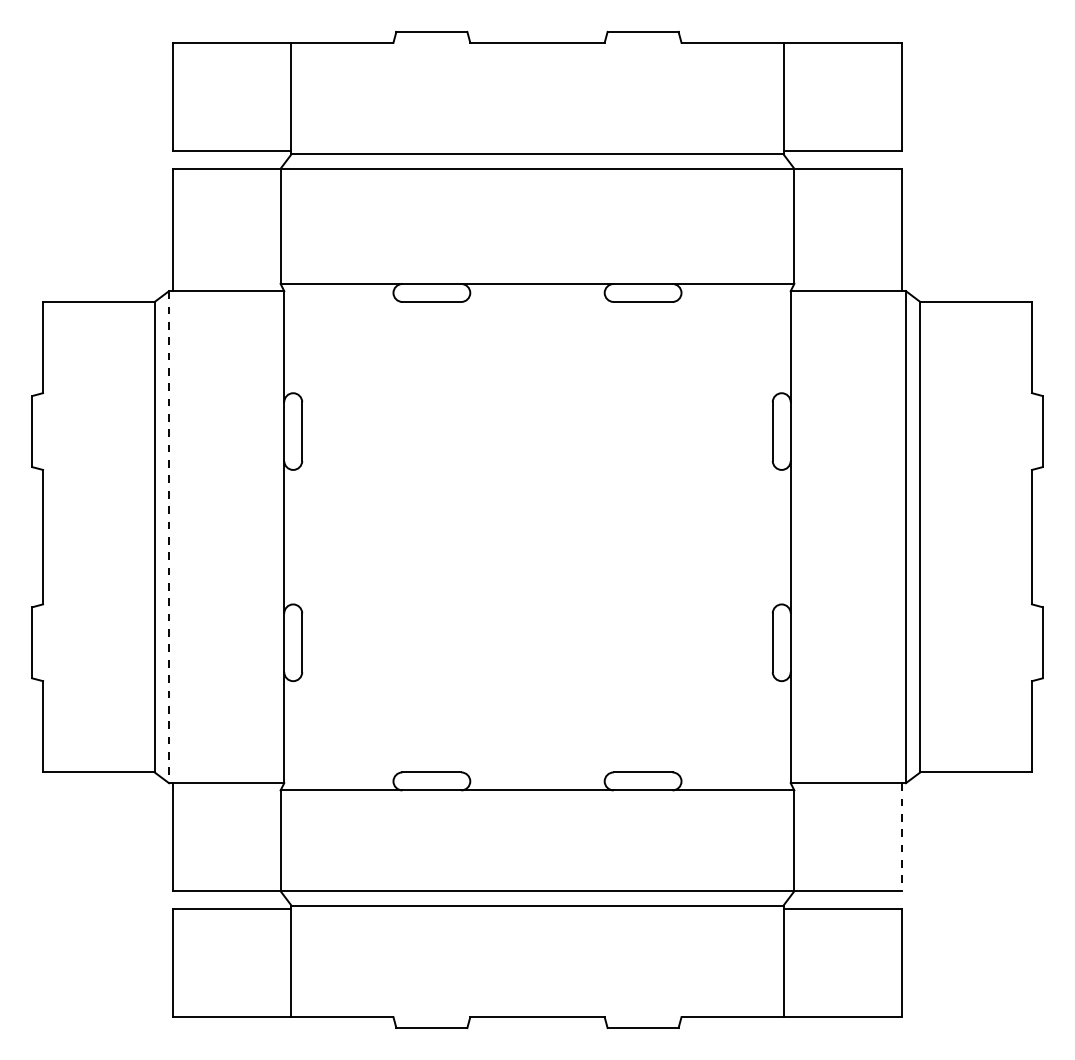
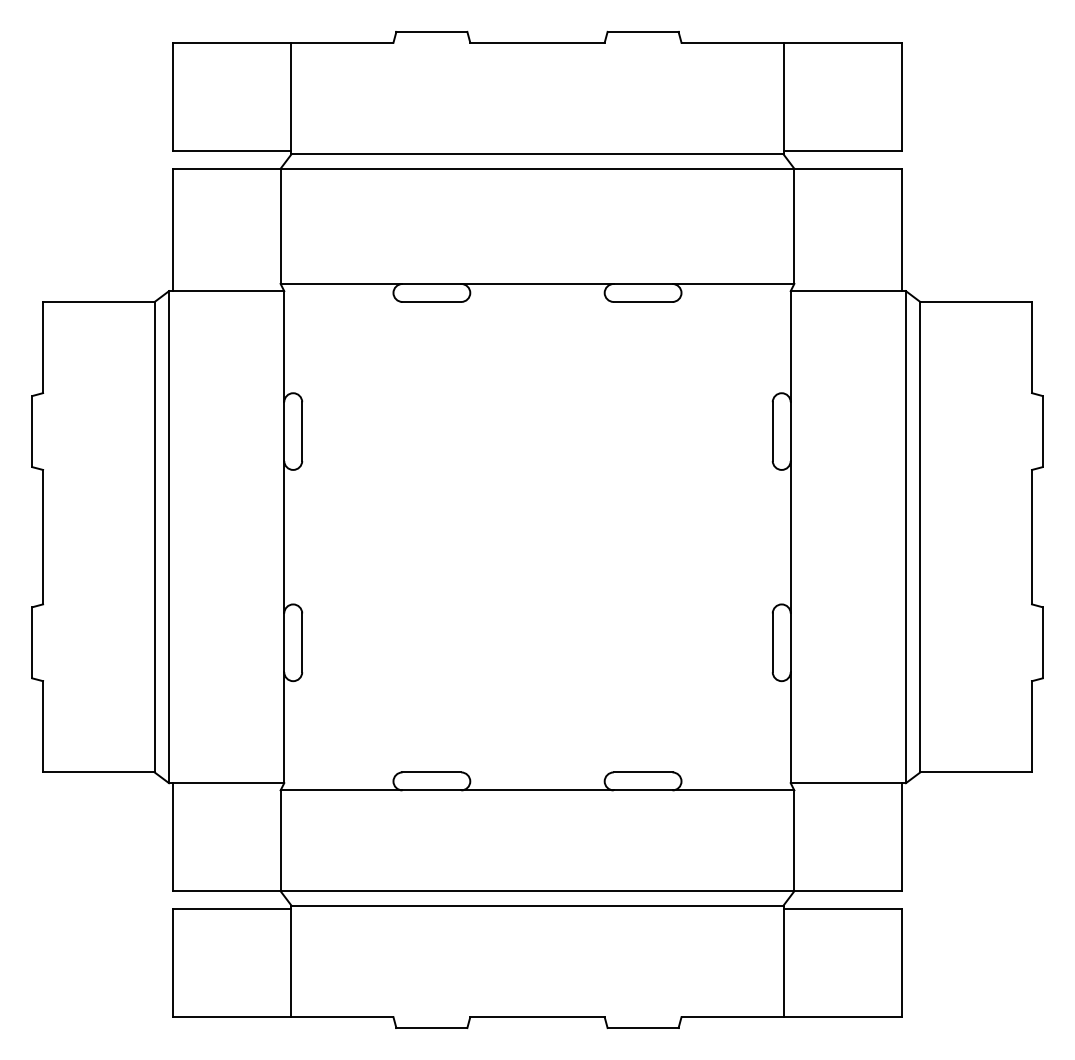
line at (169, 537): dashed -> solid
line at (902, 837): dashed -> solid
